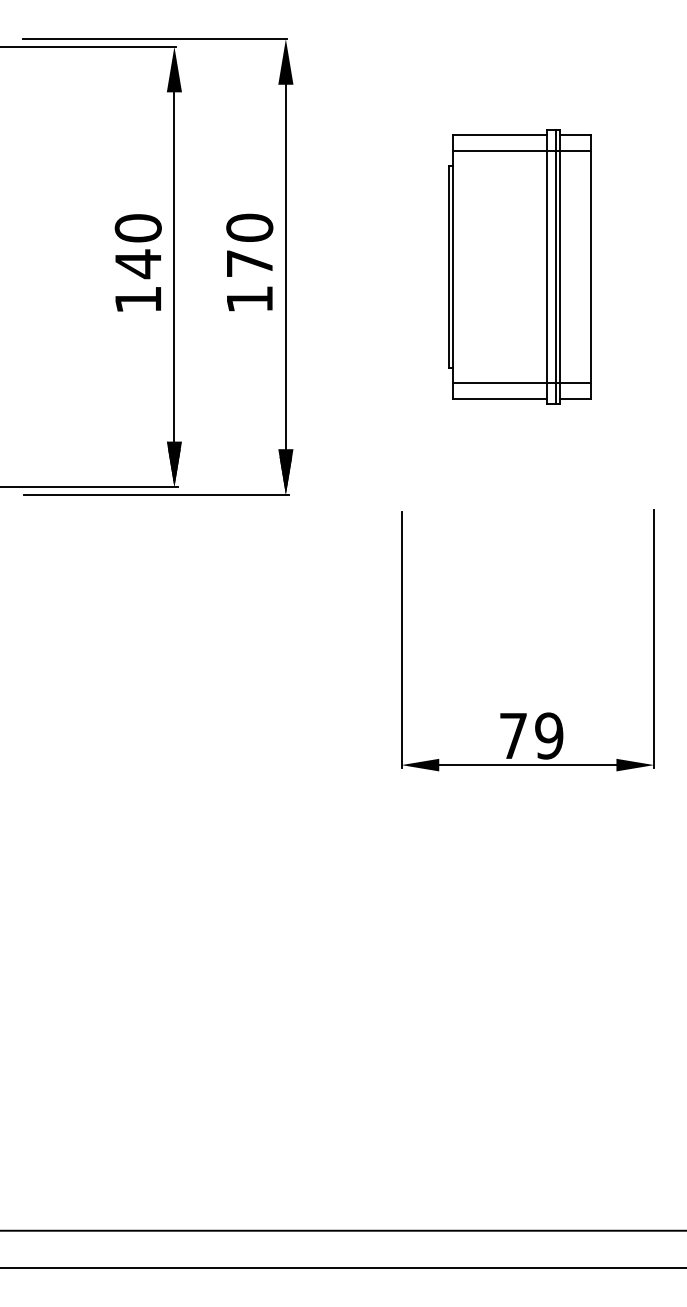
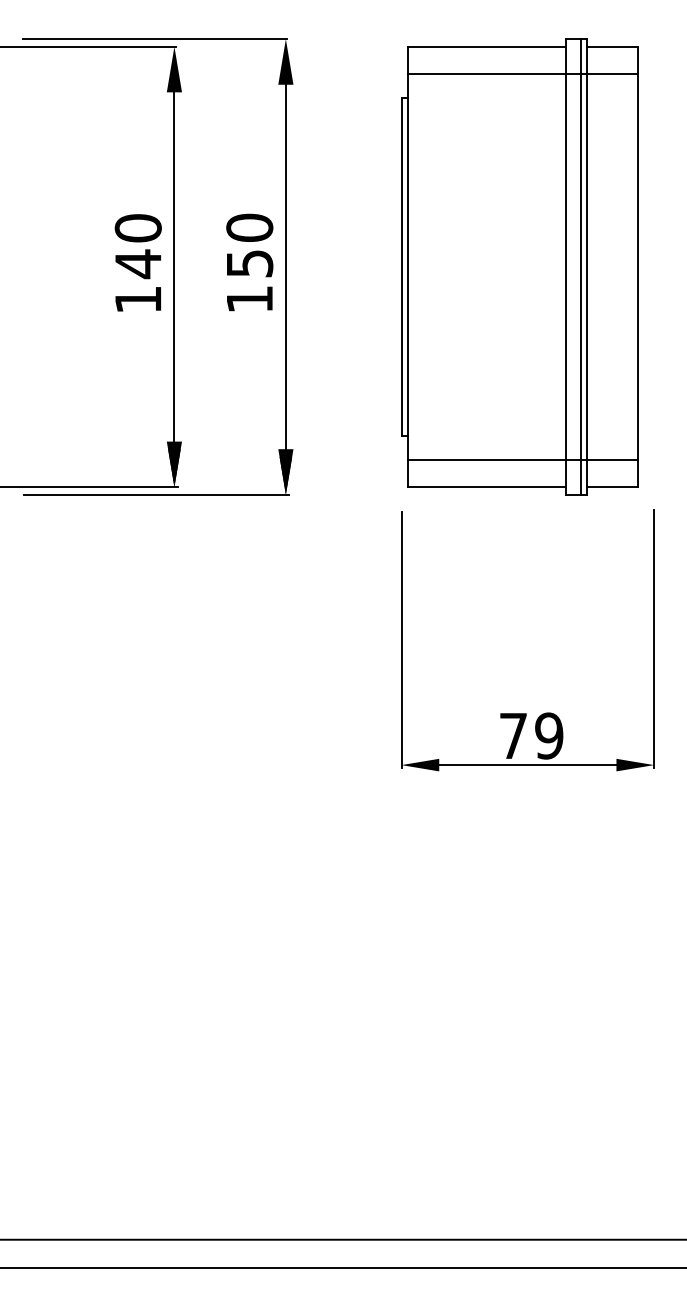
text at (250, 263): 170 -> 150
part at (519, 266) size: 144x276 px -> 238x458 px
line at (342, 1230) position: (342, 1230) -> (342, 1239)
